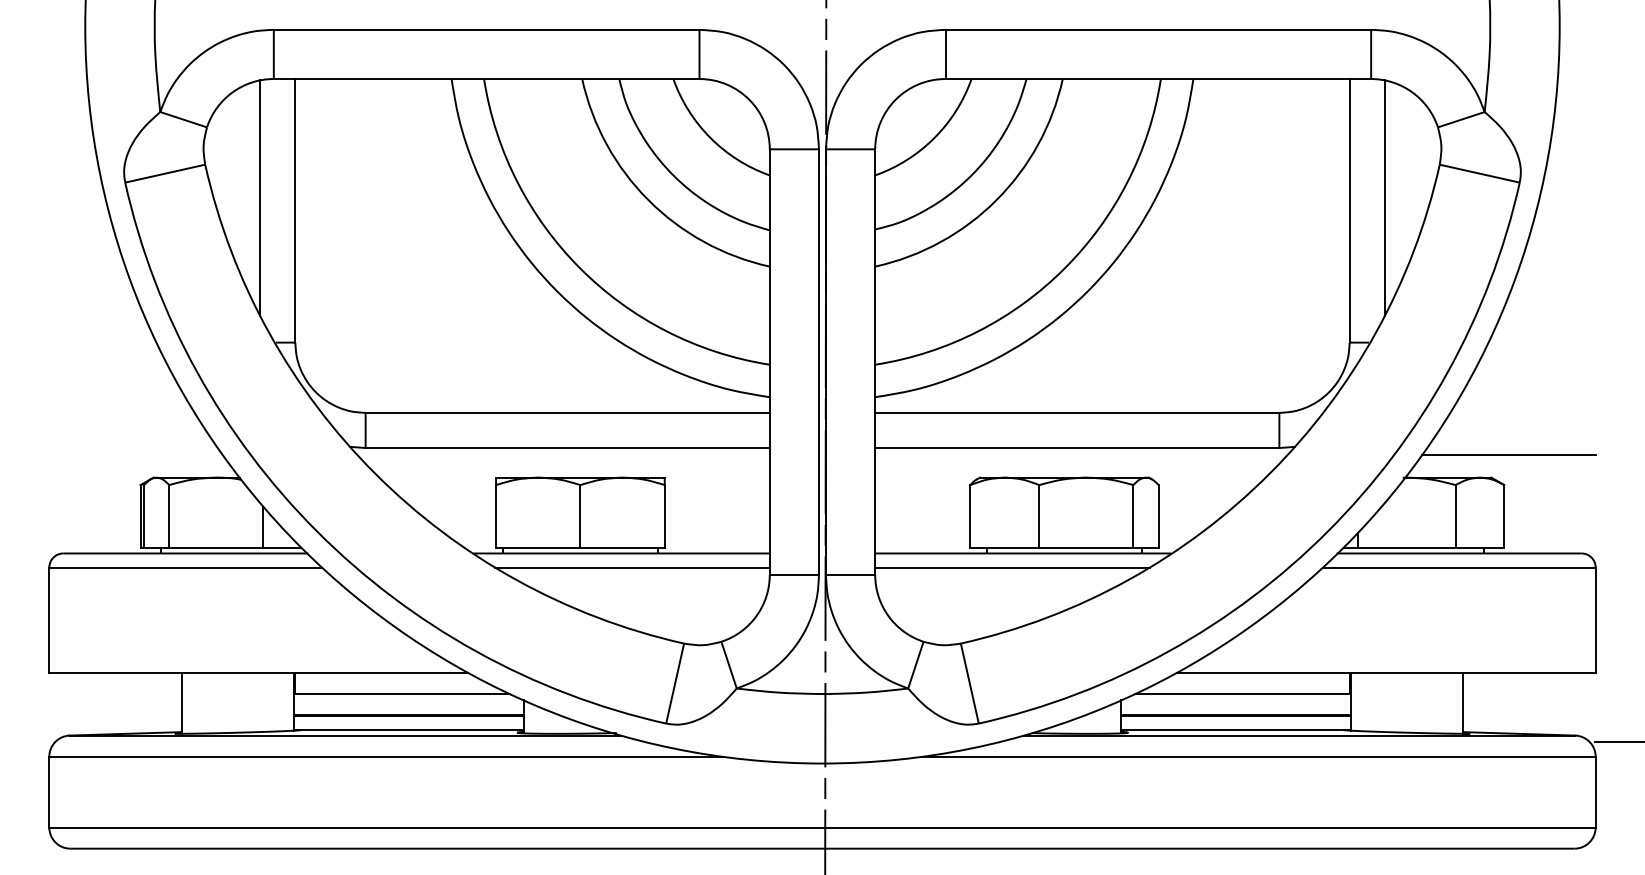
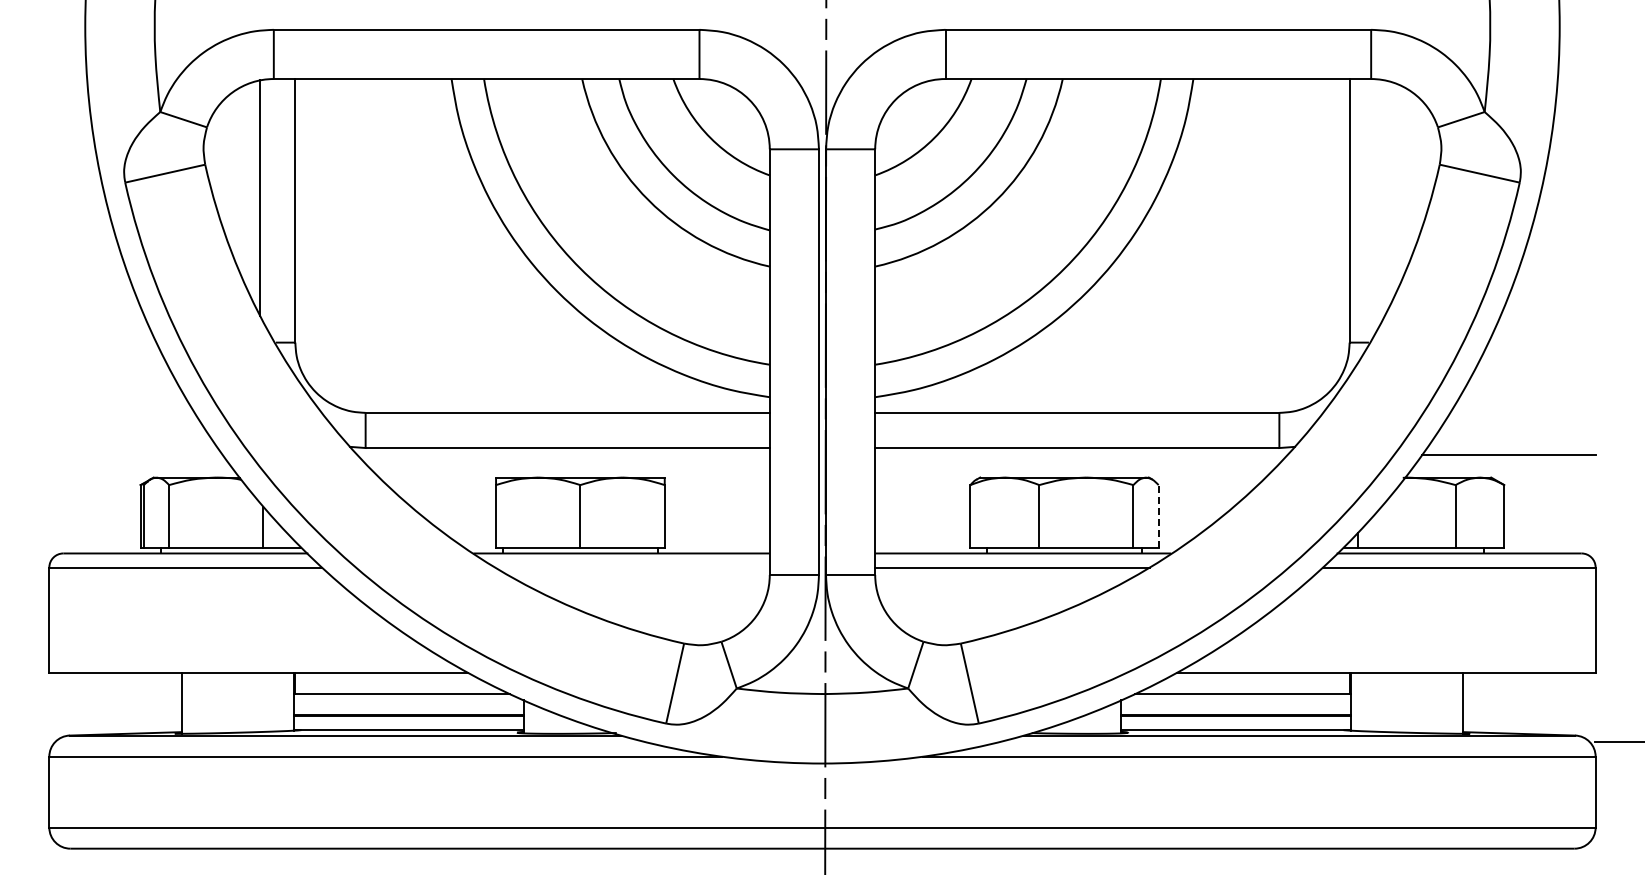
line at (1384, 198): present -> none
line at (1158, 515): solid -> dashed
line at (632, 567): present -> none
